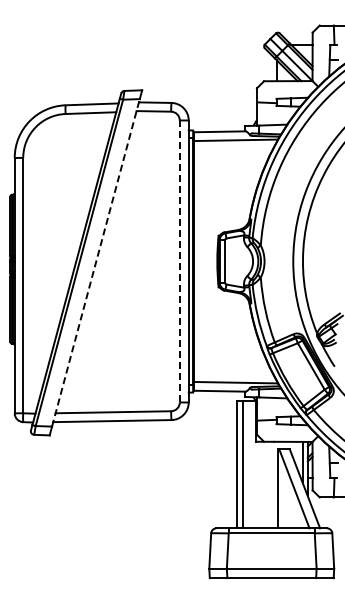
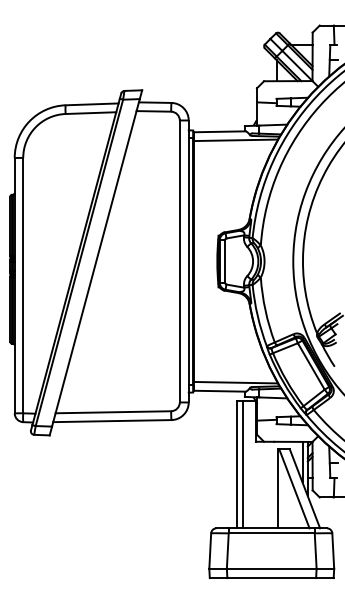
line at (179, 261): dashed -> solid
line at (95, 262): dashed -> solid
